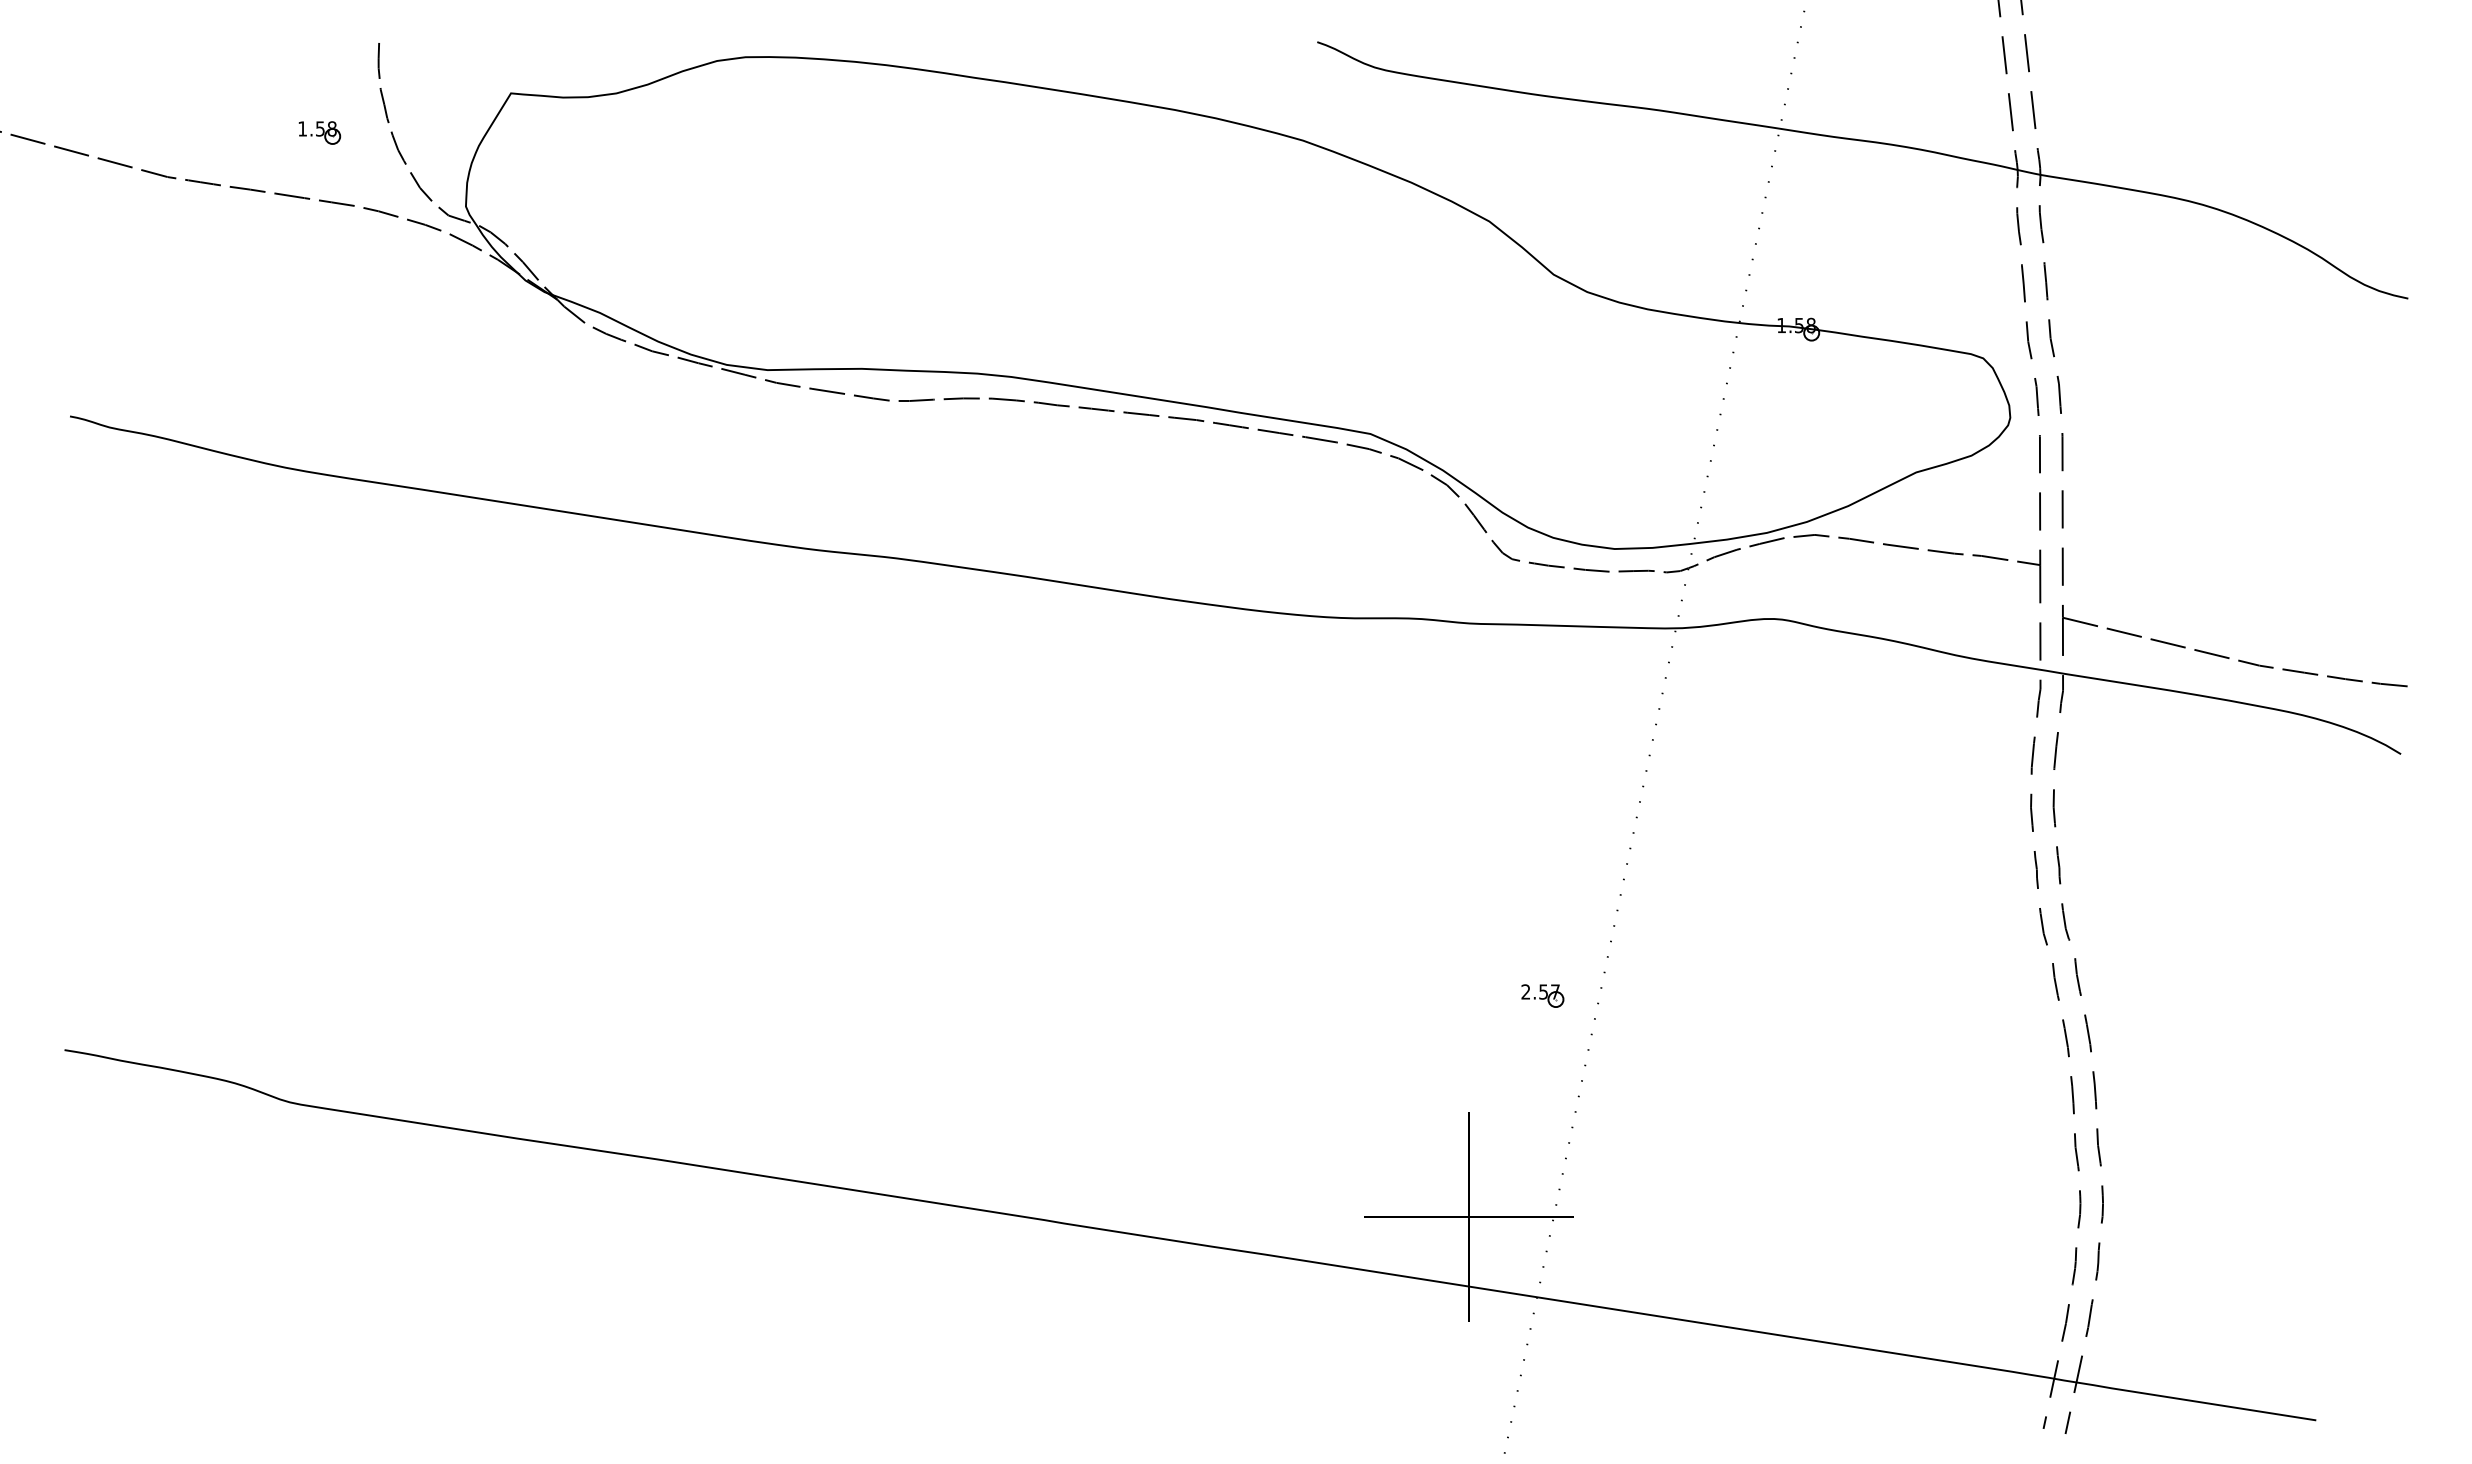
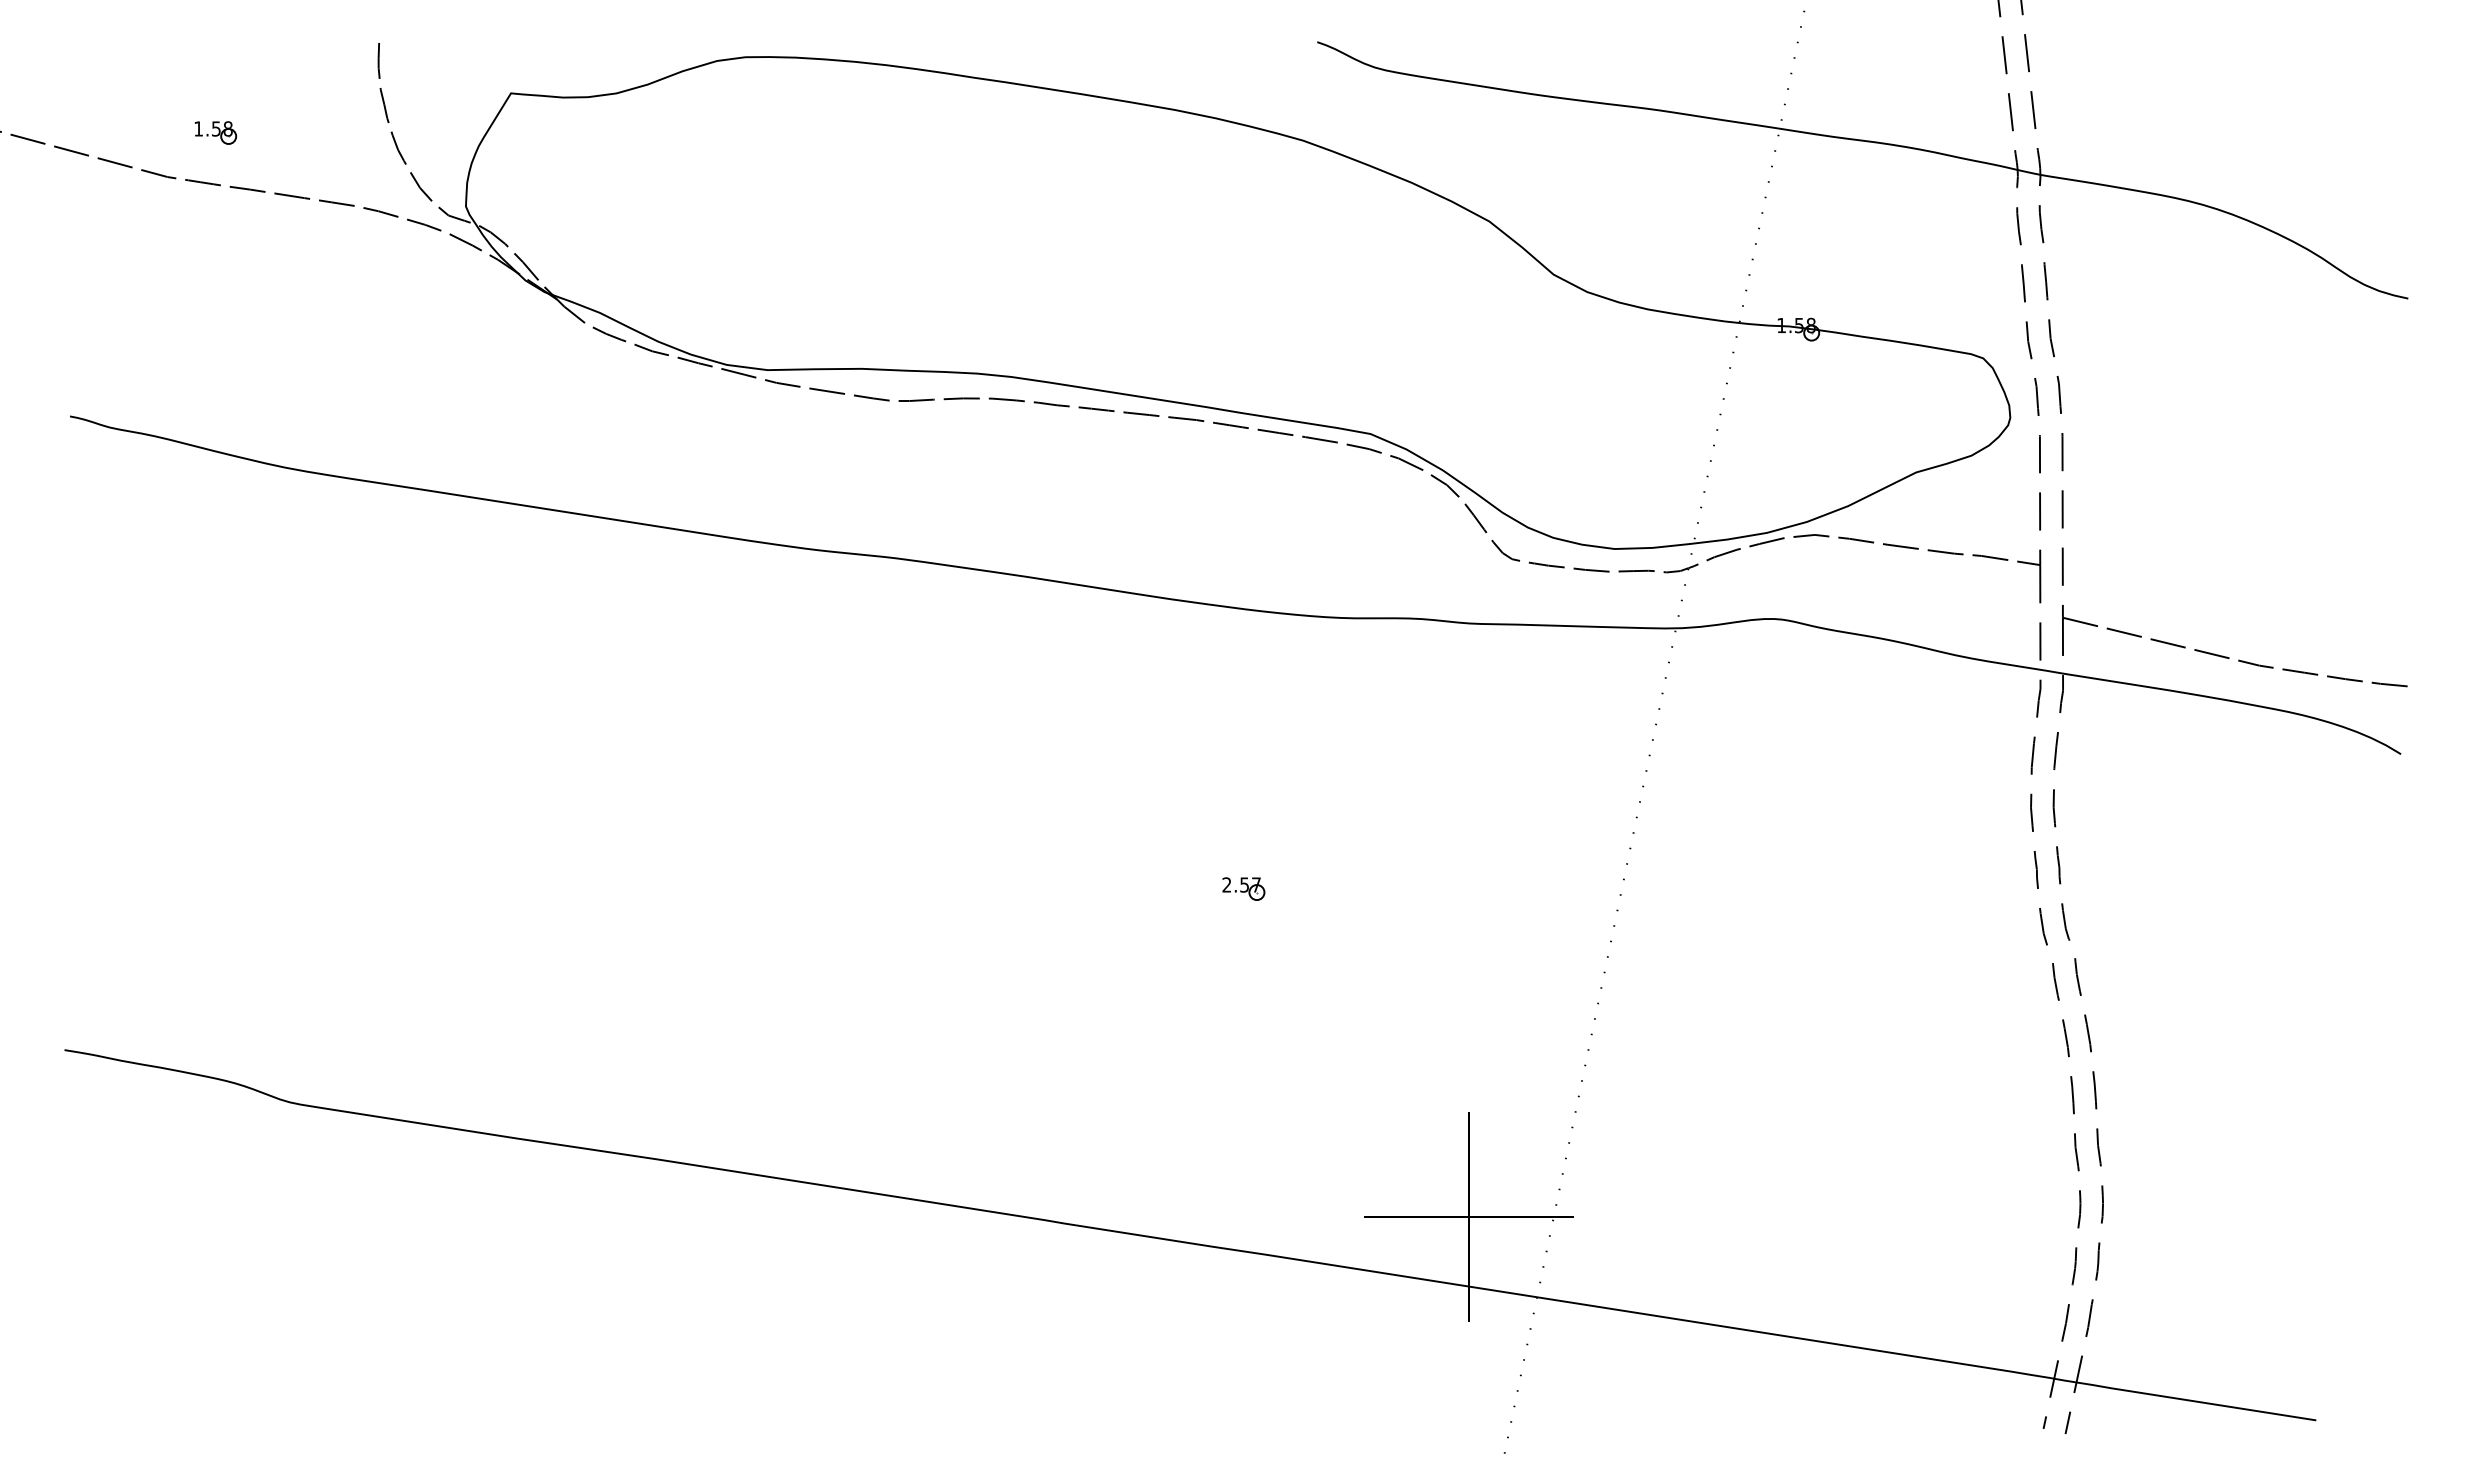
part at (319, 132) position: (319, 132) -> (215, 132)
part at (1542, 995) position: (1542, 995) -> (1243, 888)
